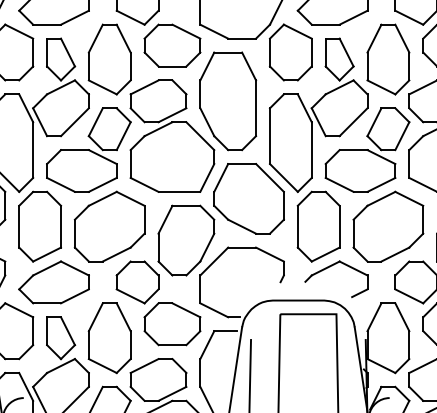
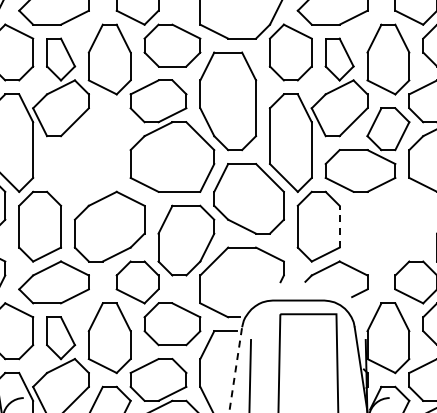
part at (88, 149): present -> none
line at (339, 226): solid -> dashed
part at (388, 226): present -> none
line at (235, 369): solid -> dashed
